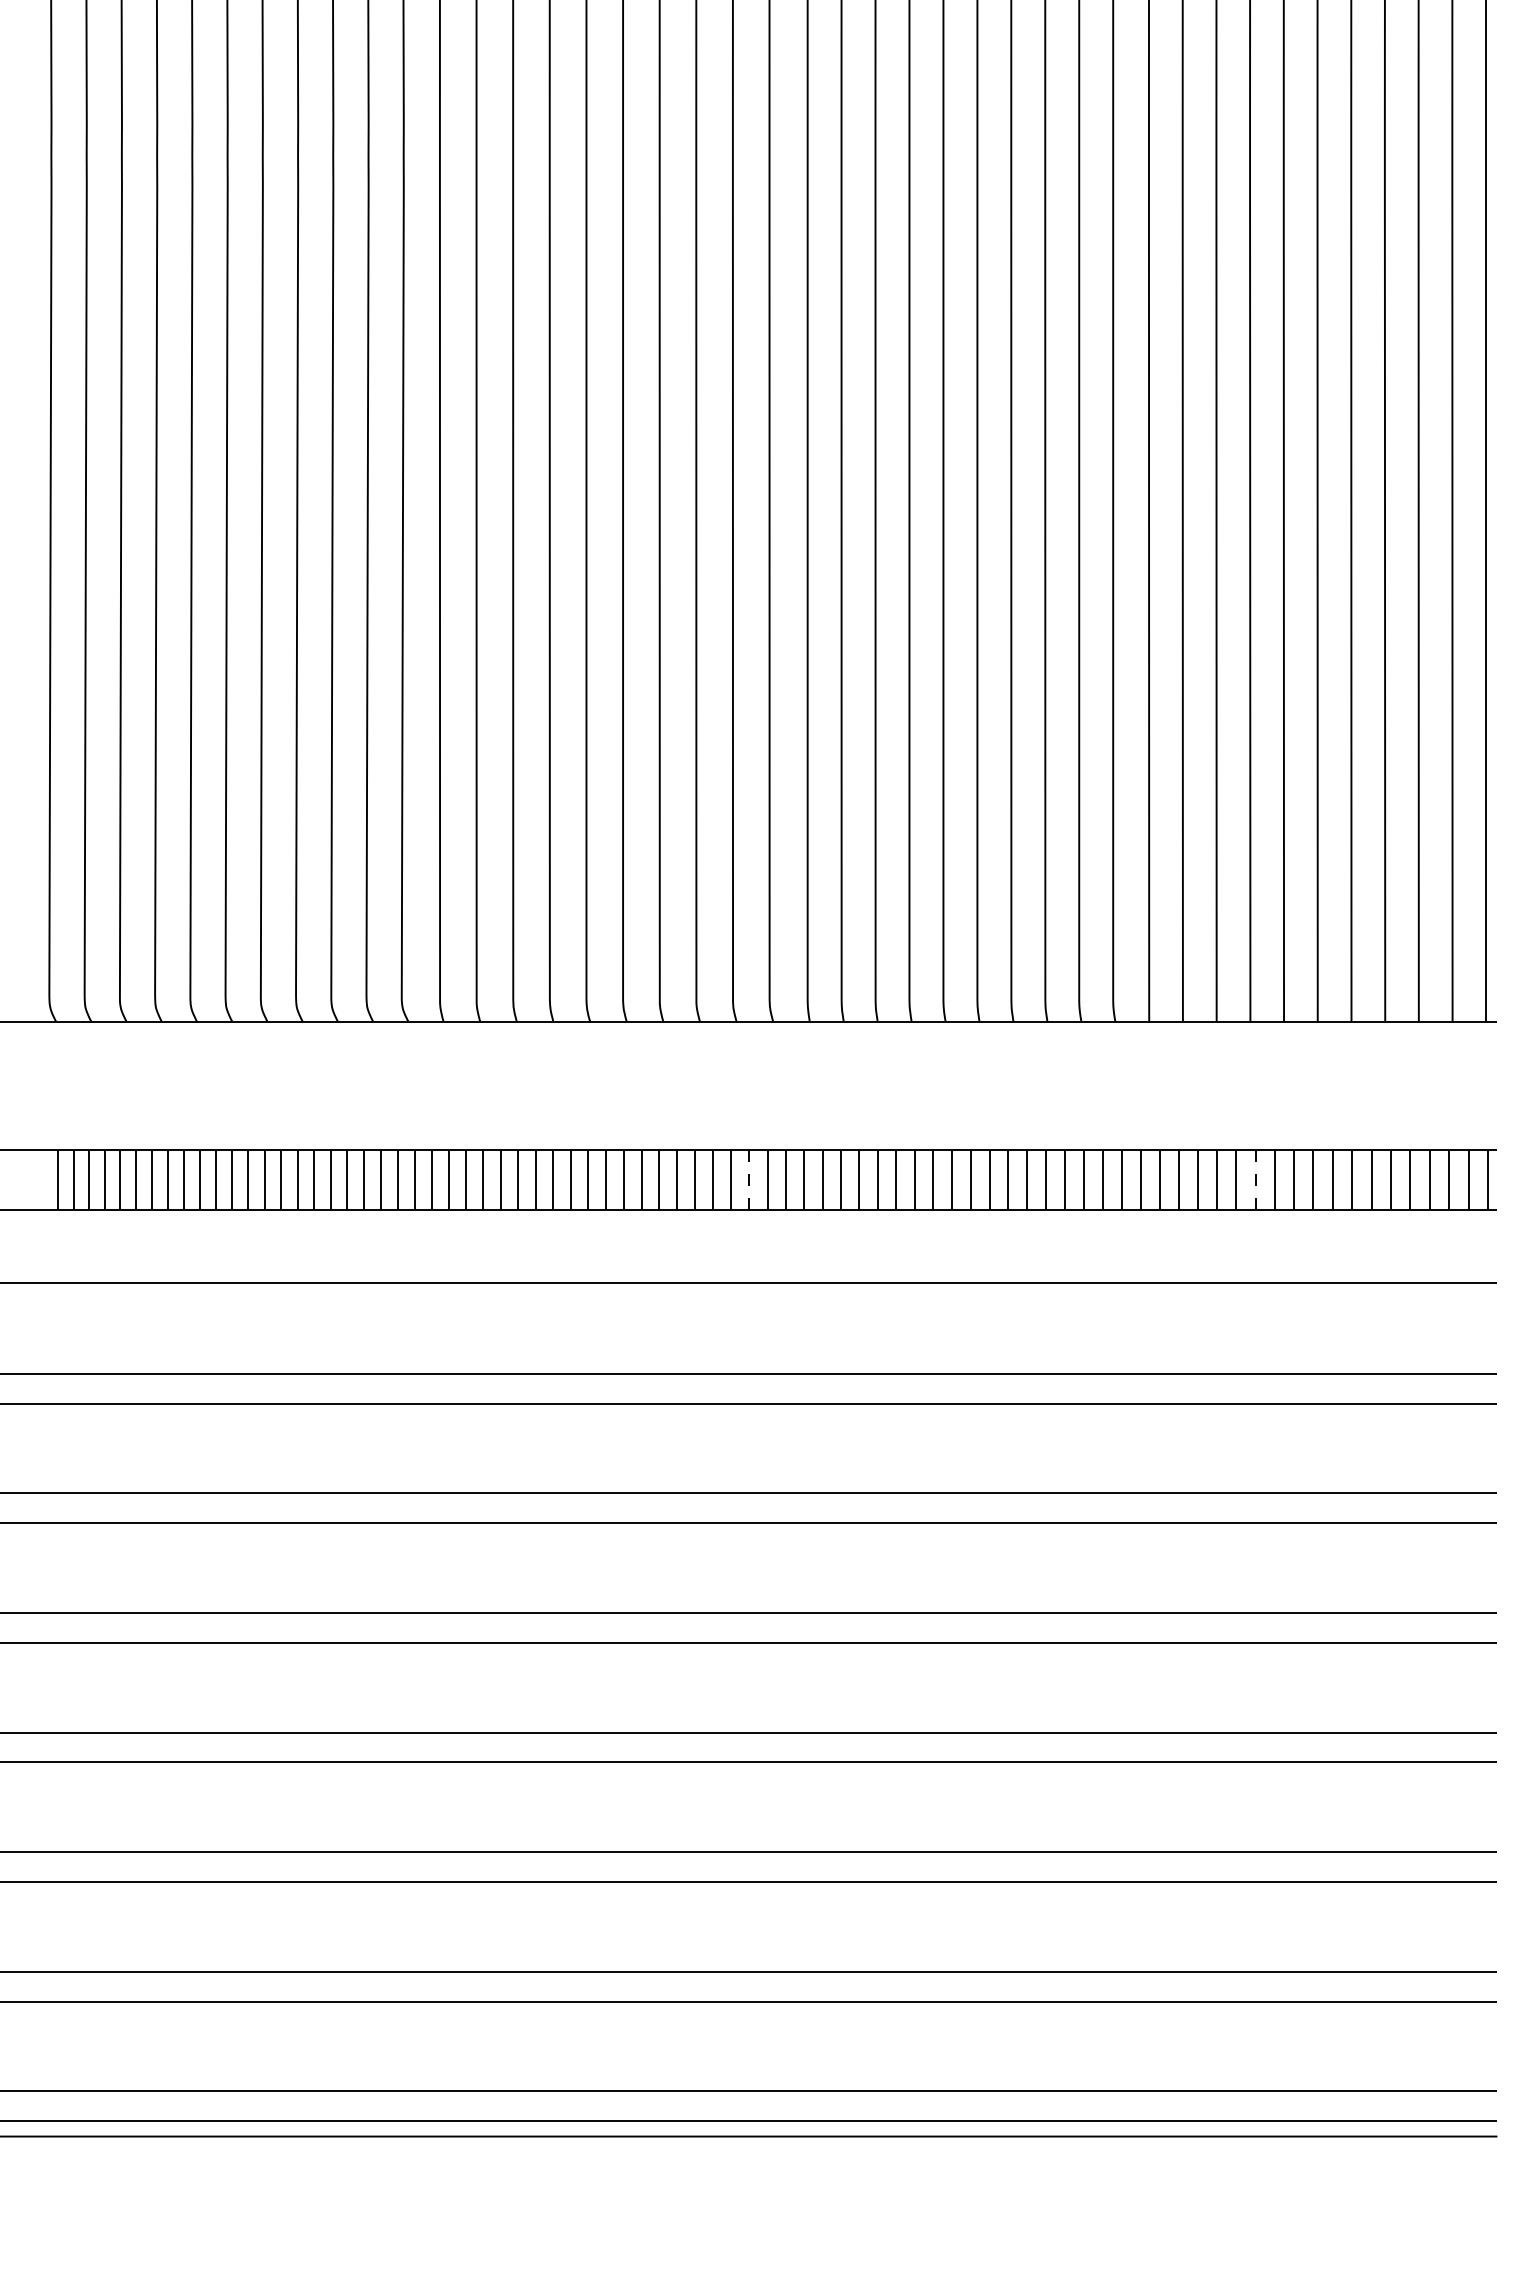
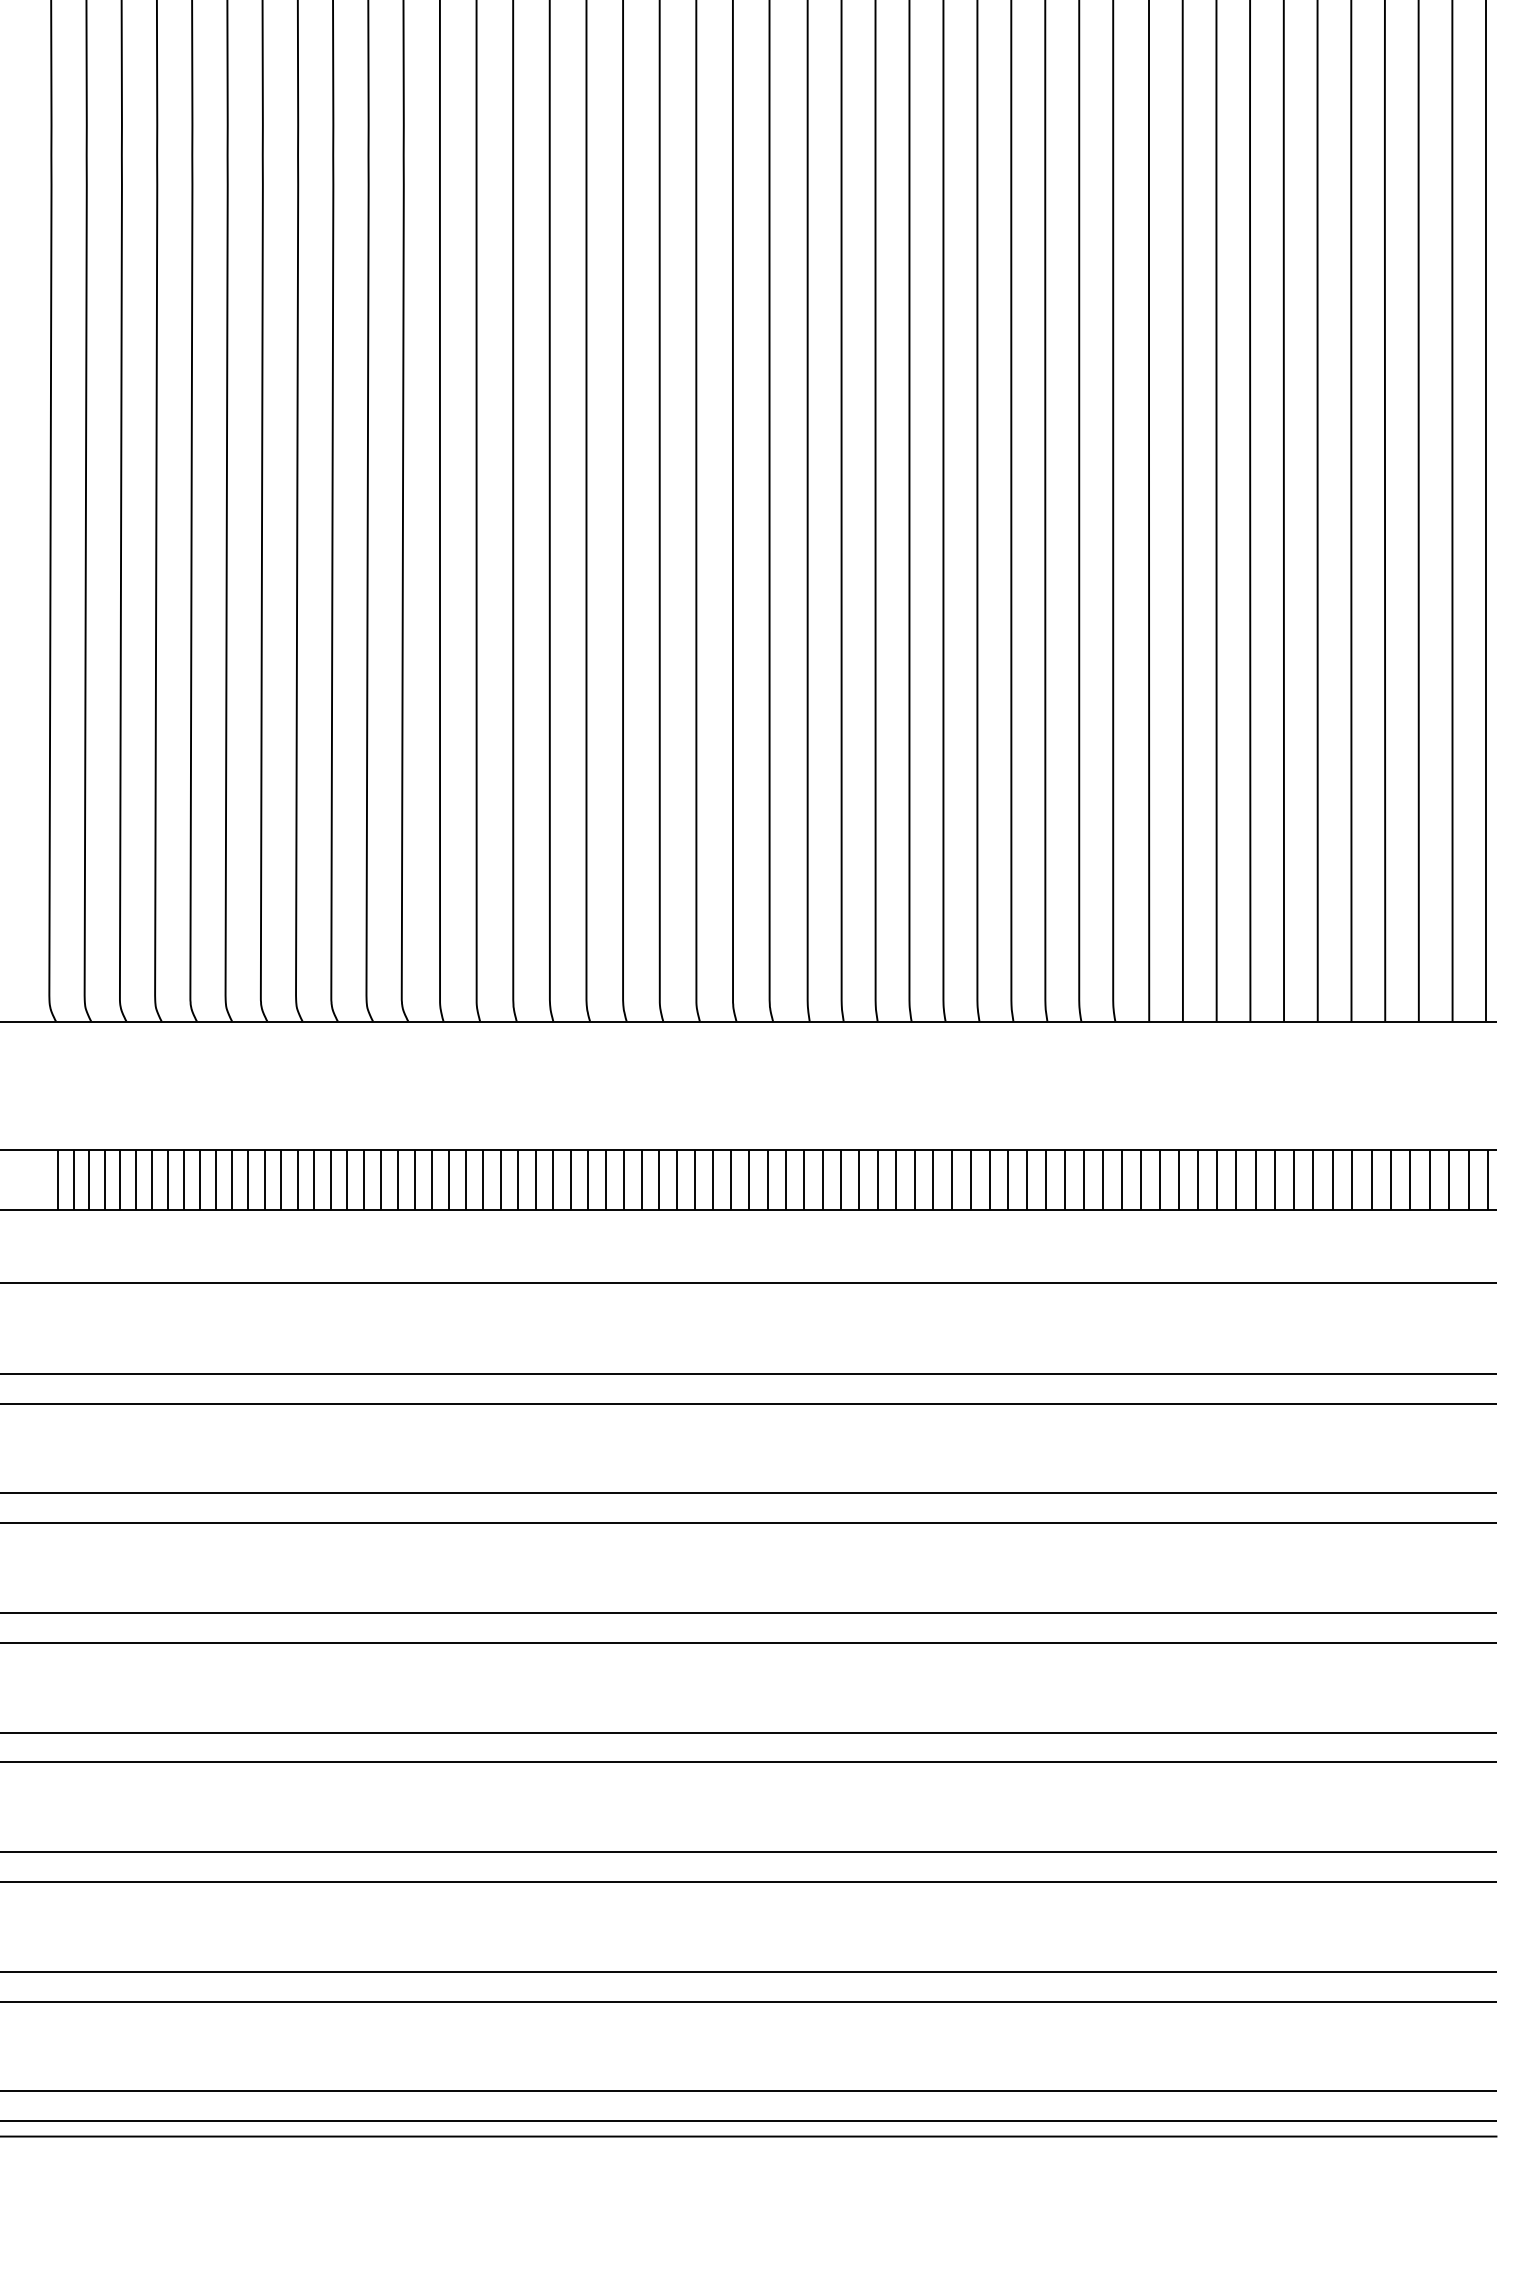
line at (749, 1180): dashed -> solid
line at (1255, 1180): dashed -> solid
